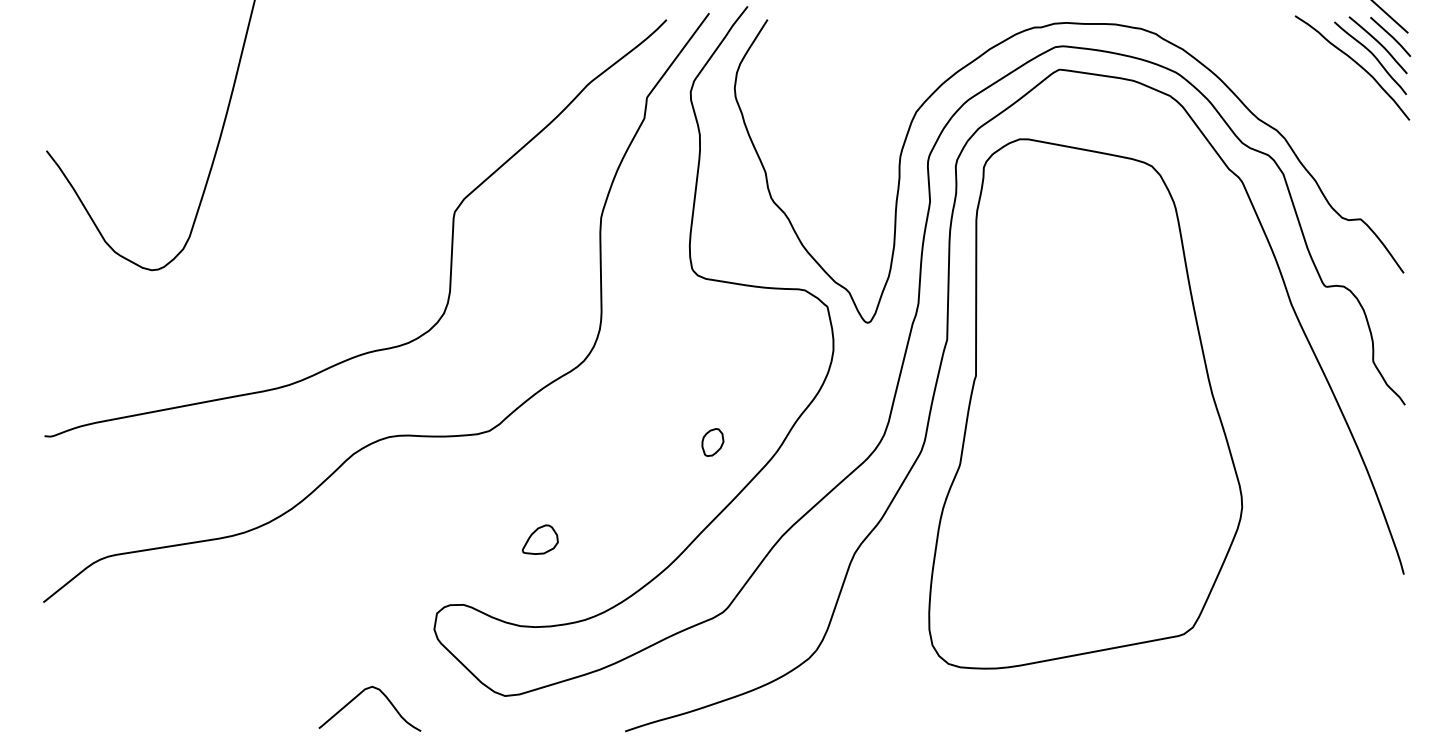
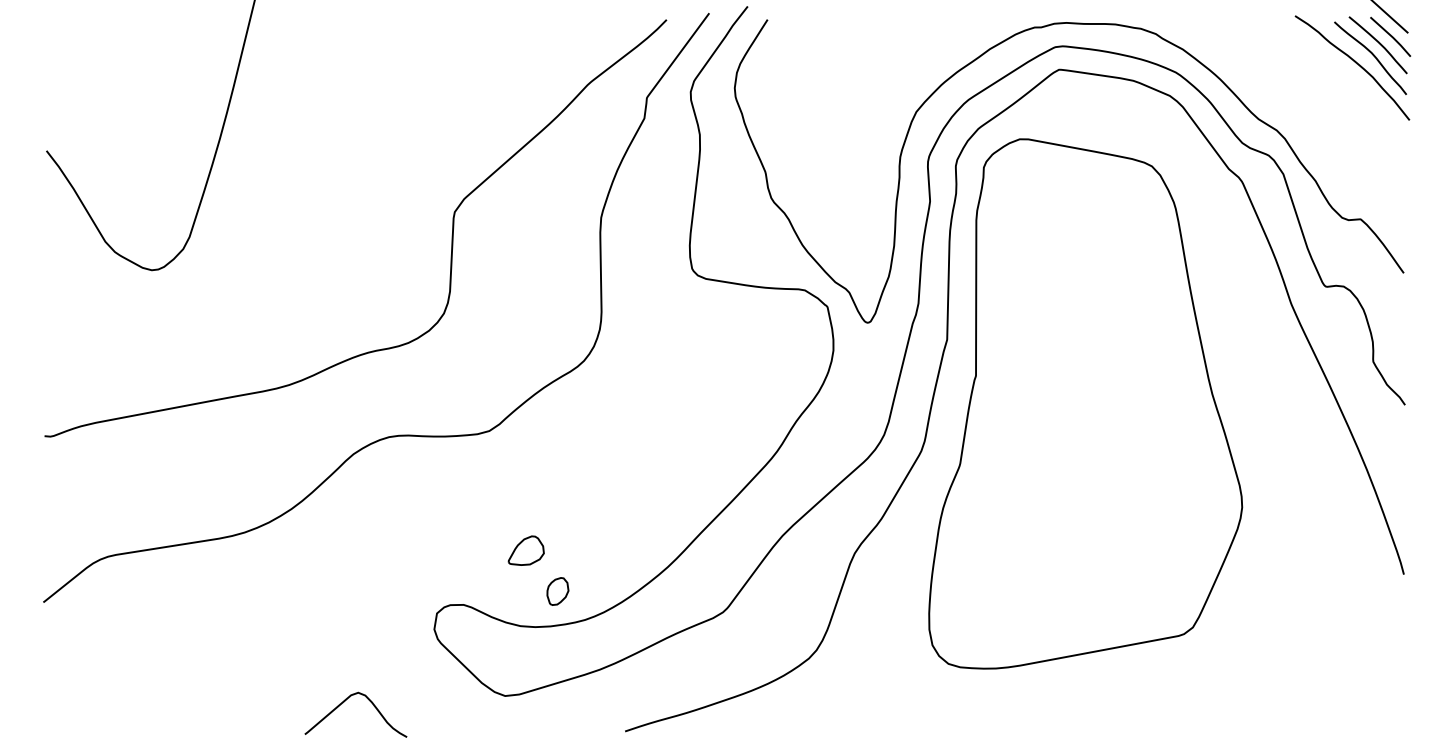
part at (712, 442) position: (712, 442) -> (557, 591)
part at (539, 539) position: (539, 539) -> (525, 550)
curve at (358, 696) position: (358, 696) -> (344, 702)
